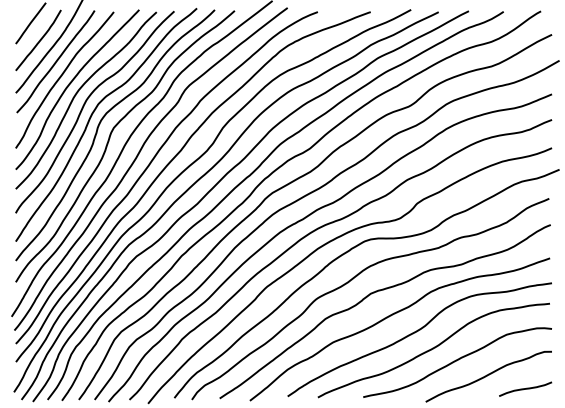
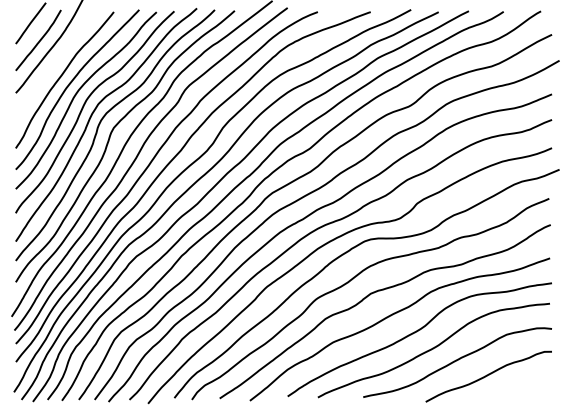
curve at (55, 61): present -> none
curve at (525, 388): present -> none
